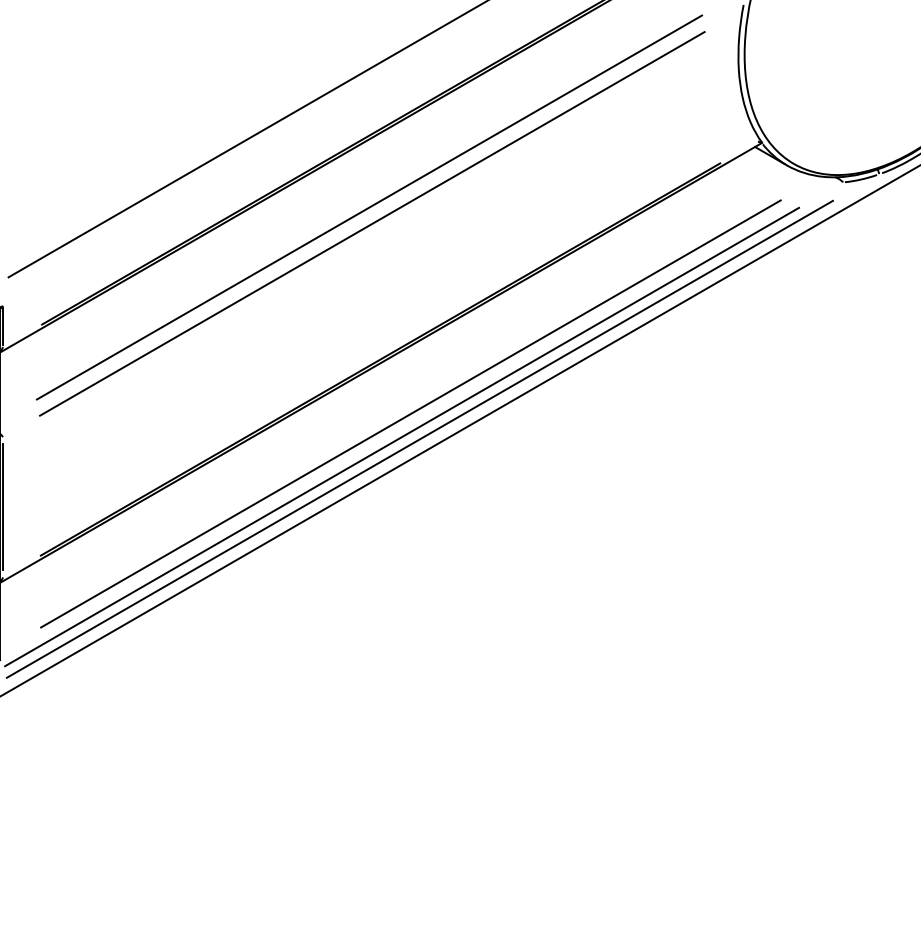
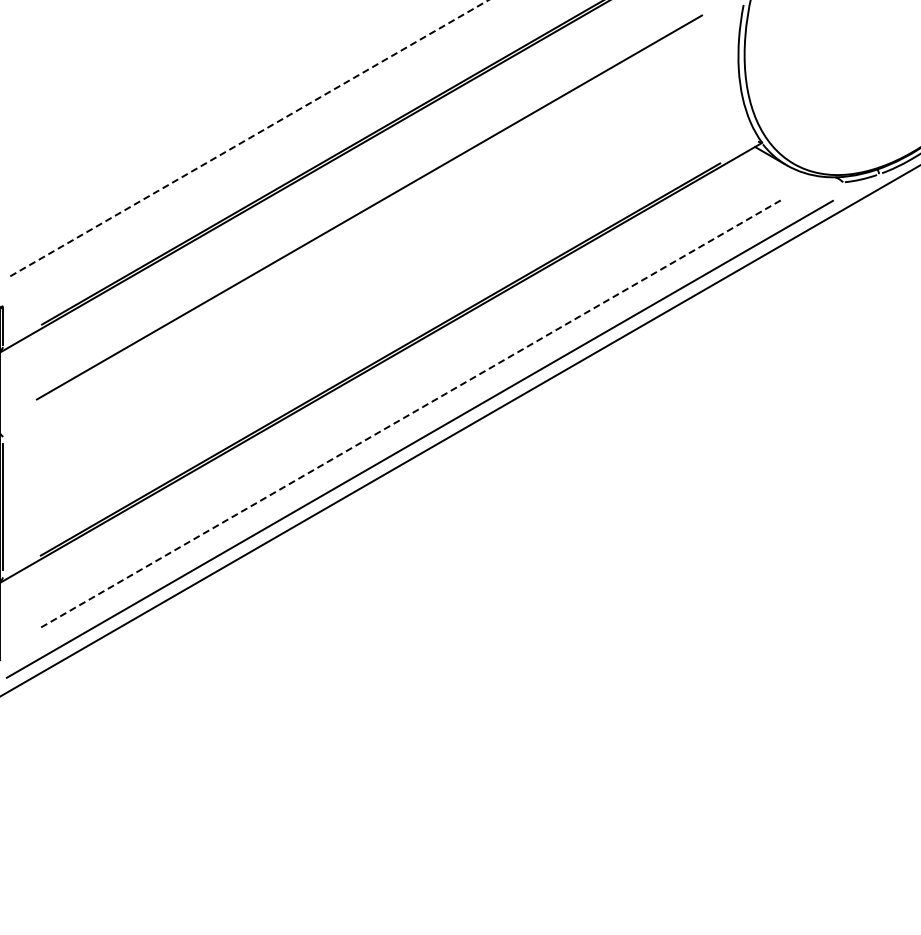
line at (248, 138): solid -> dashed
line at (372, 223): present -> none
line at (410, 414): solid -> dashed
line at (402, 436): present -> none
